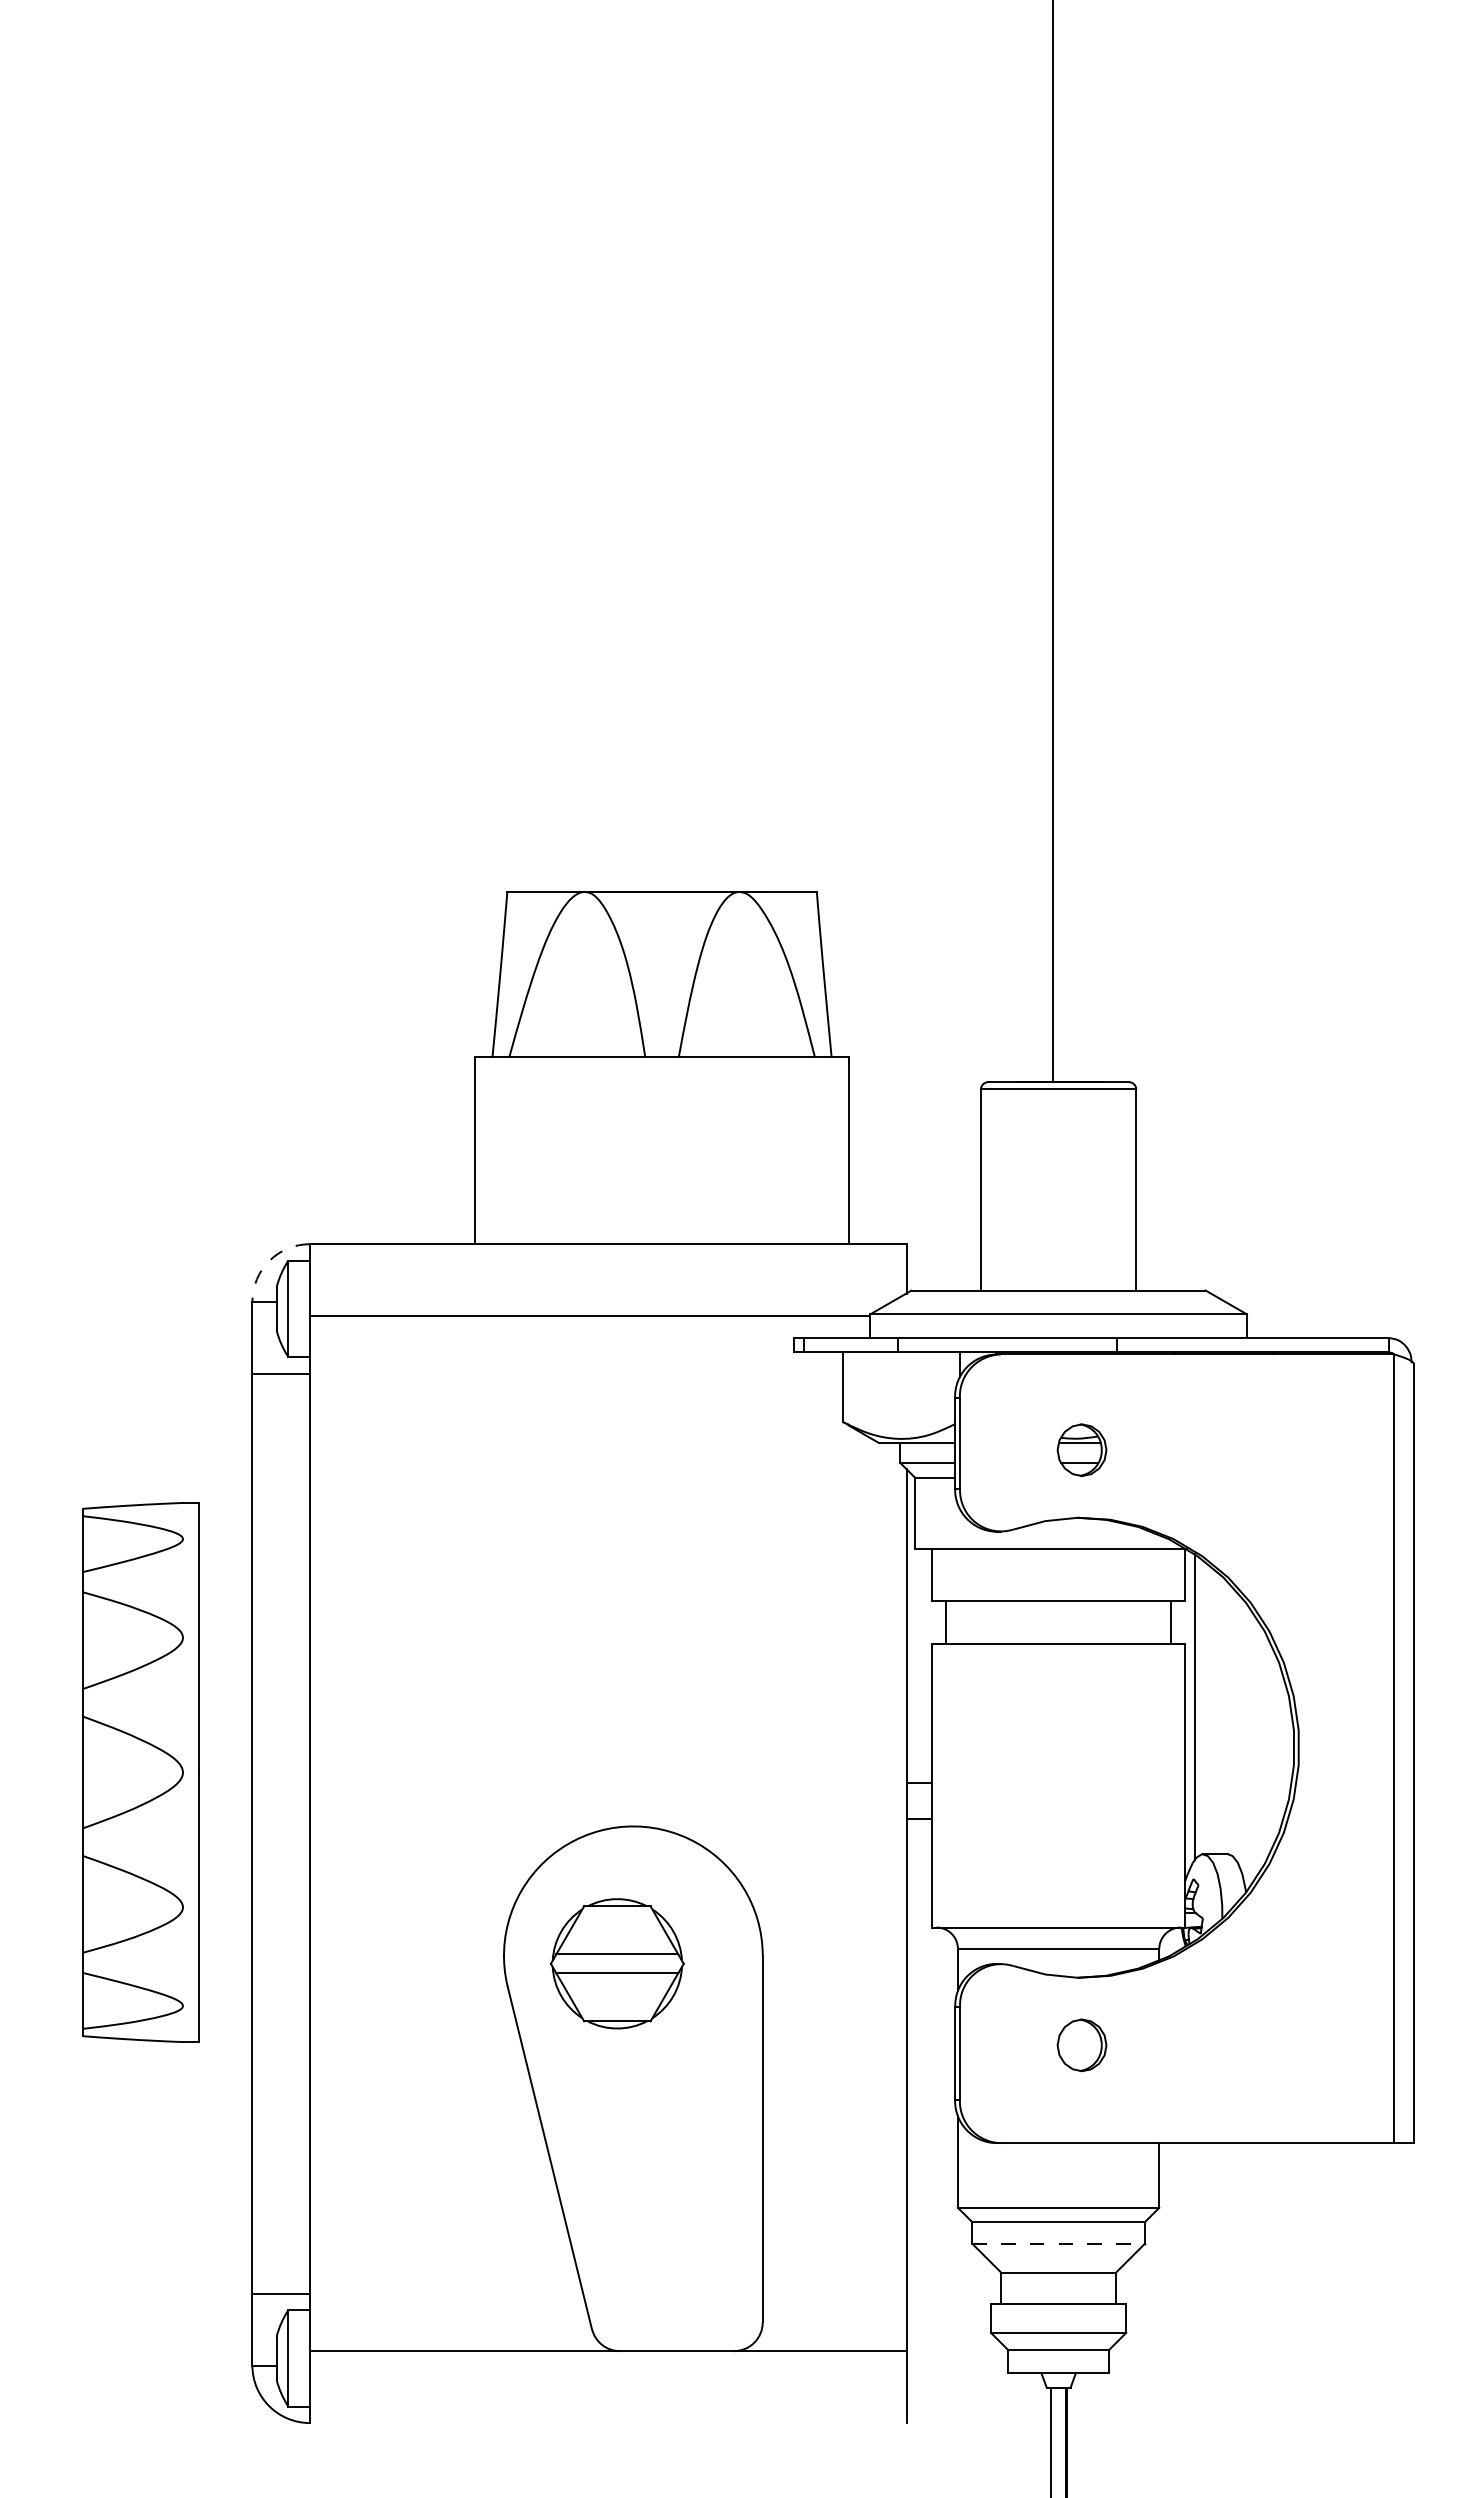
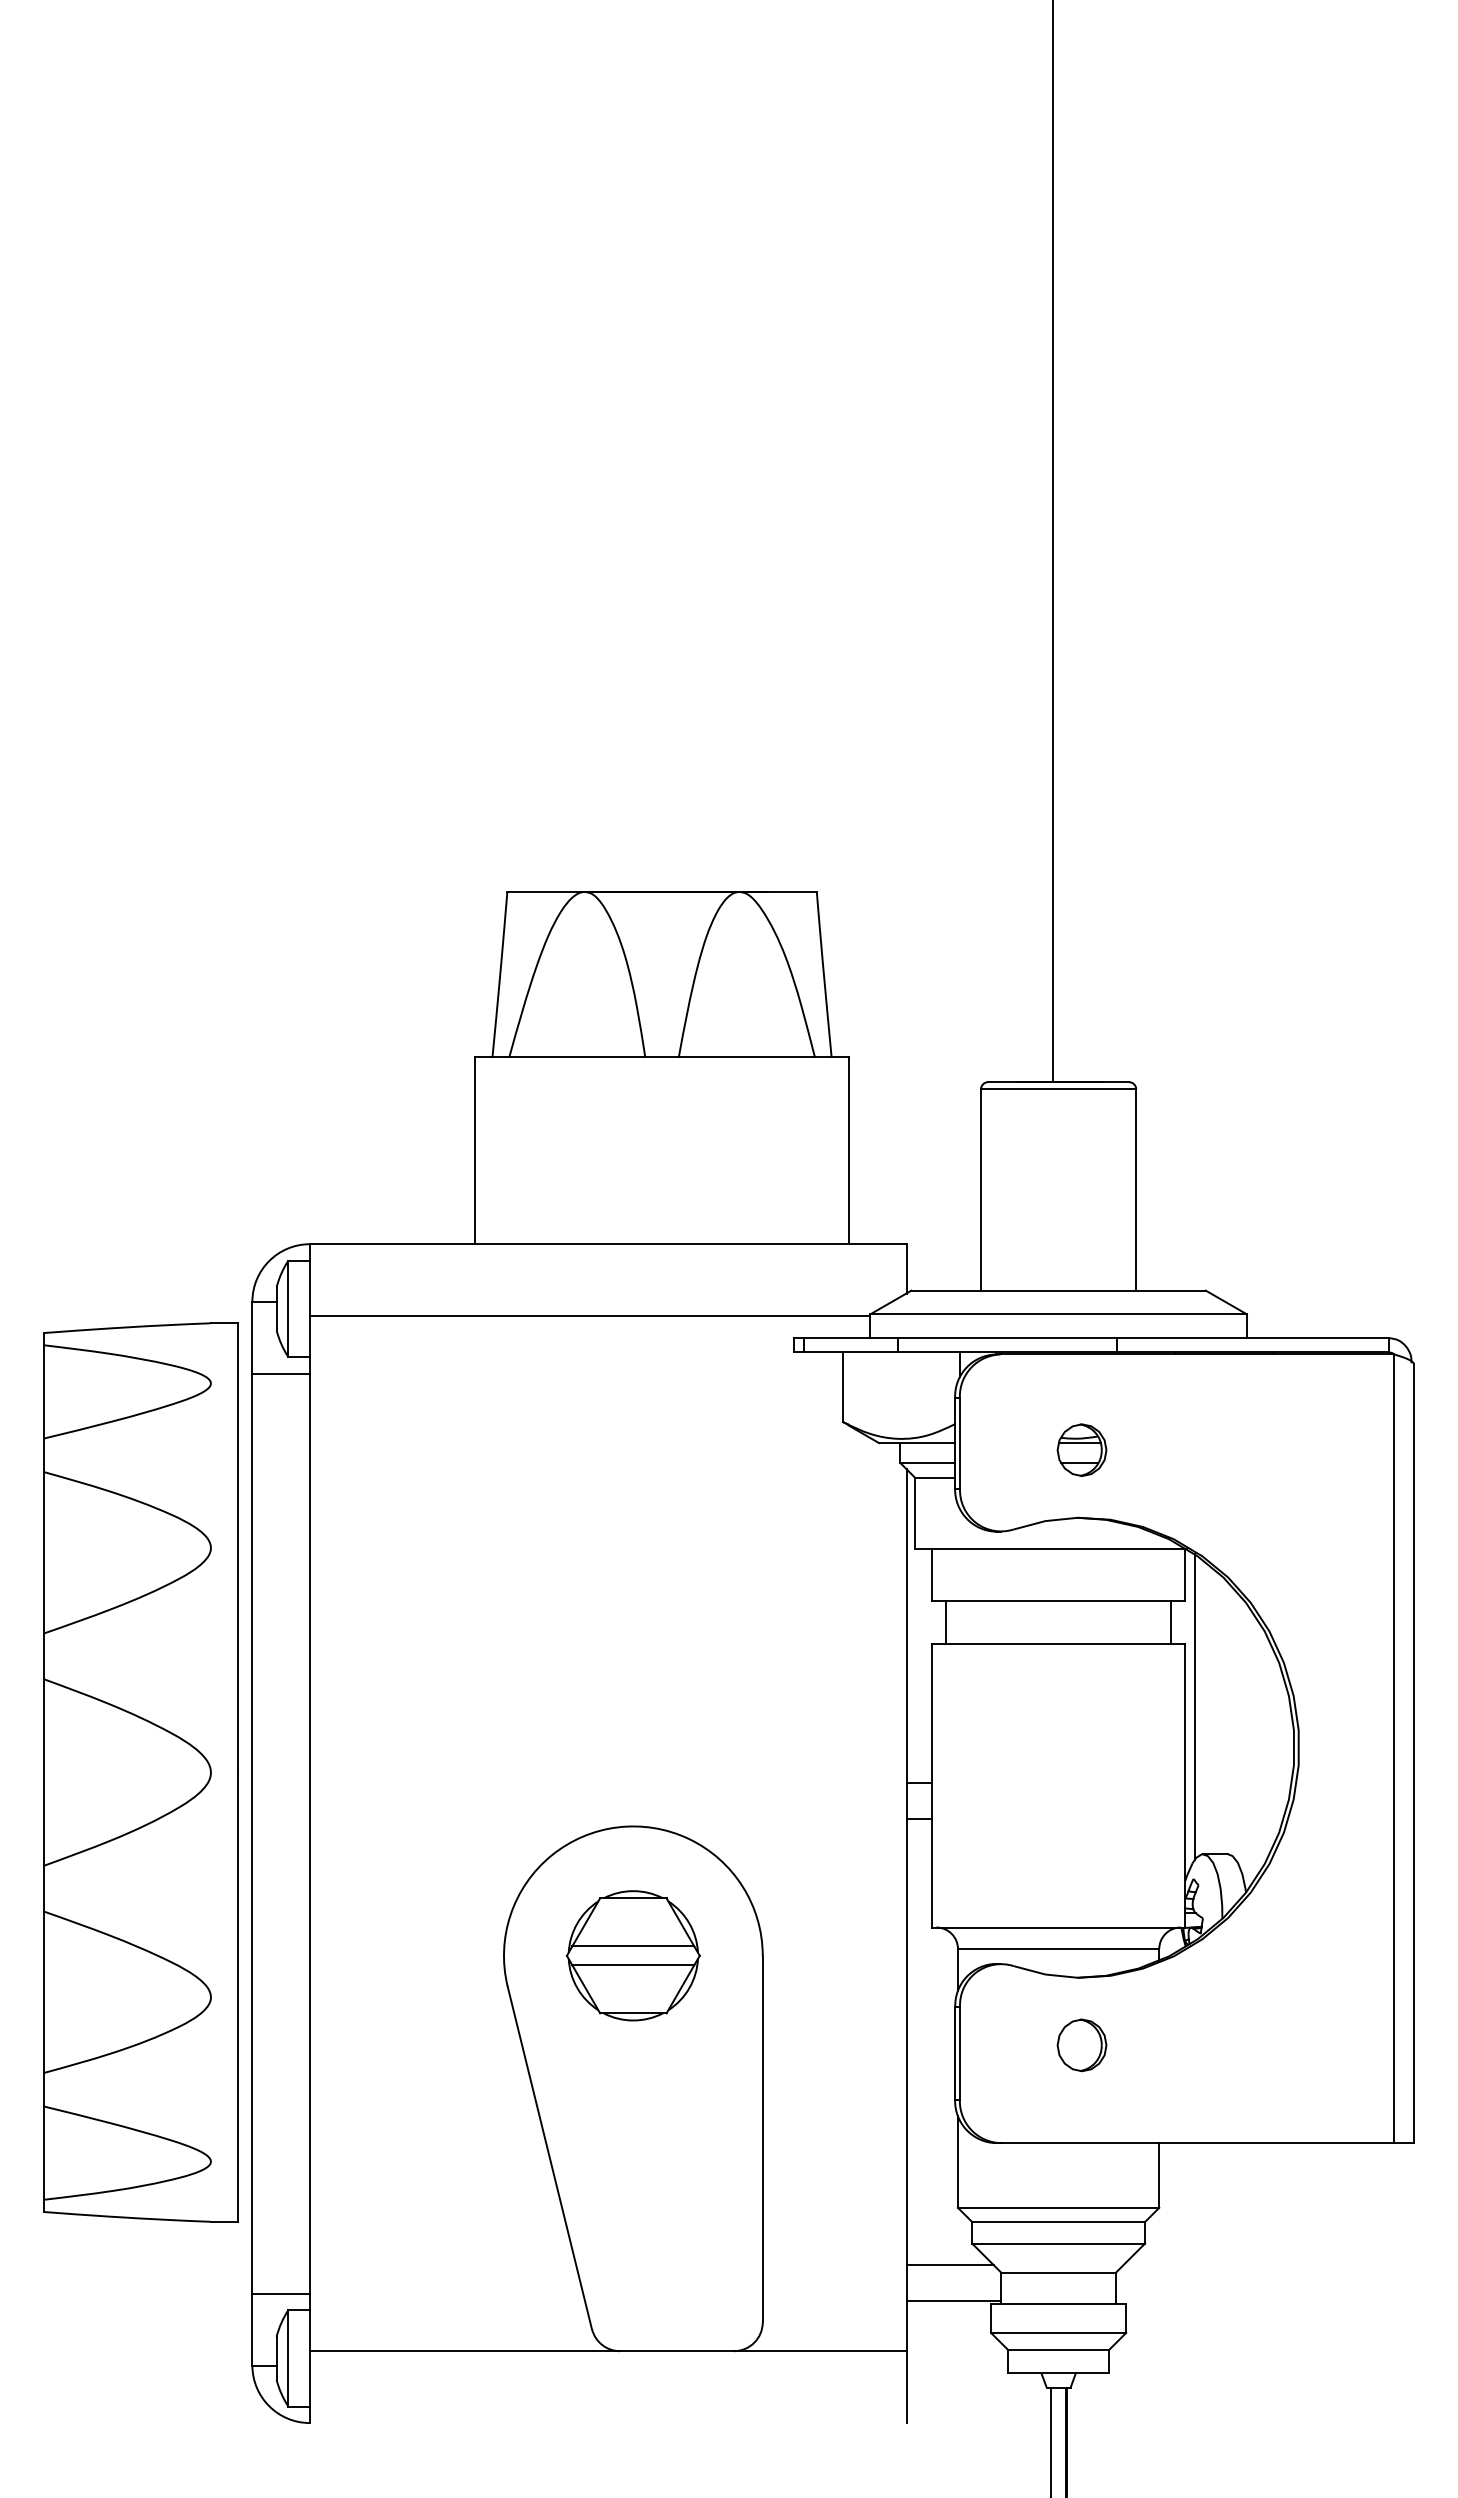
arc at (269, 1261): dashed -> solid
part at (140, 1772) size: 118x541 px -> 196x901 px
part at (616, 1963) position: (616, 1963) -> (632, 1955)
line at (1059, 2243): dashed -> solid
line at (949, 2264): none -> present
line at (953, 2300): none -> present
